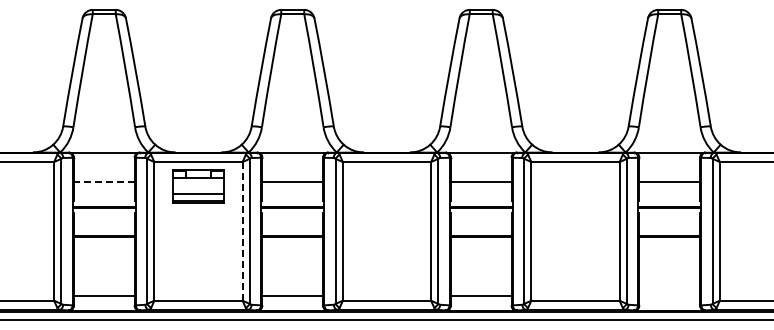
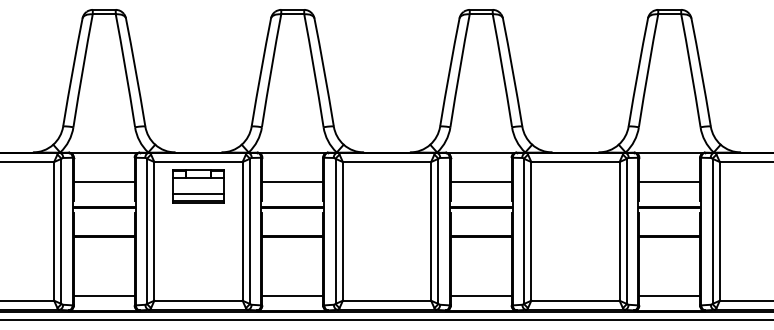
line at (103, 182): dashed -> solid
line at (242, 230): dashed -> solid
line at (669, 295): none -> present
